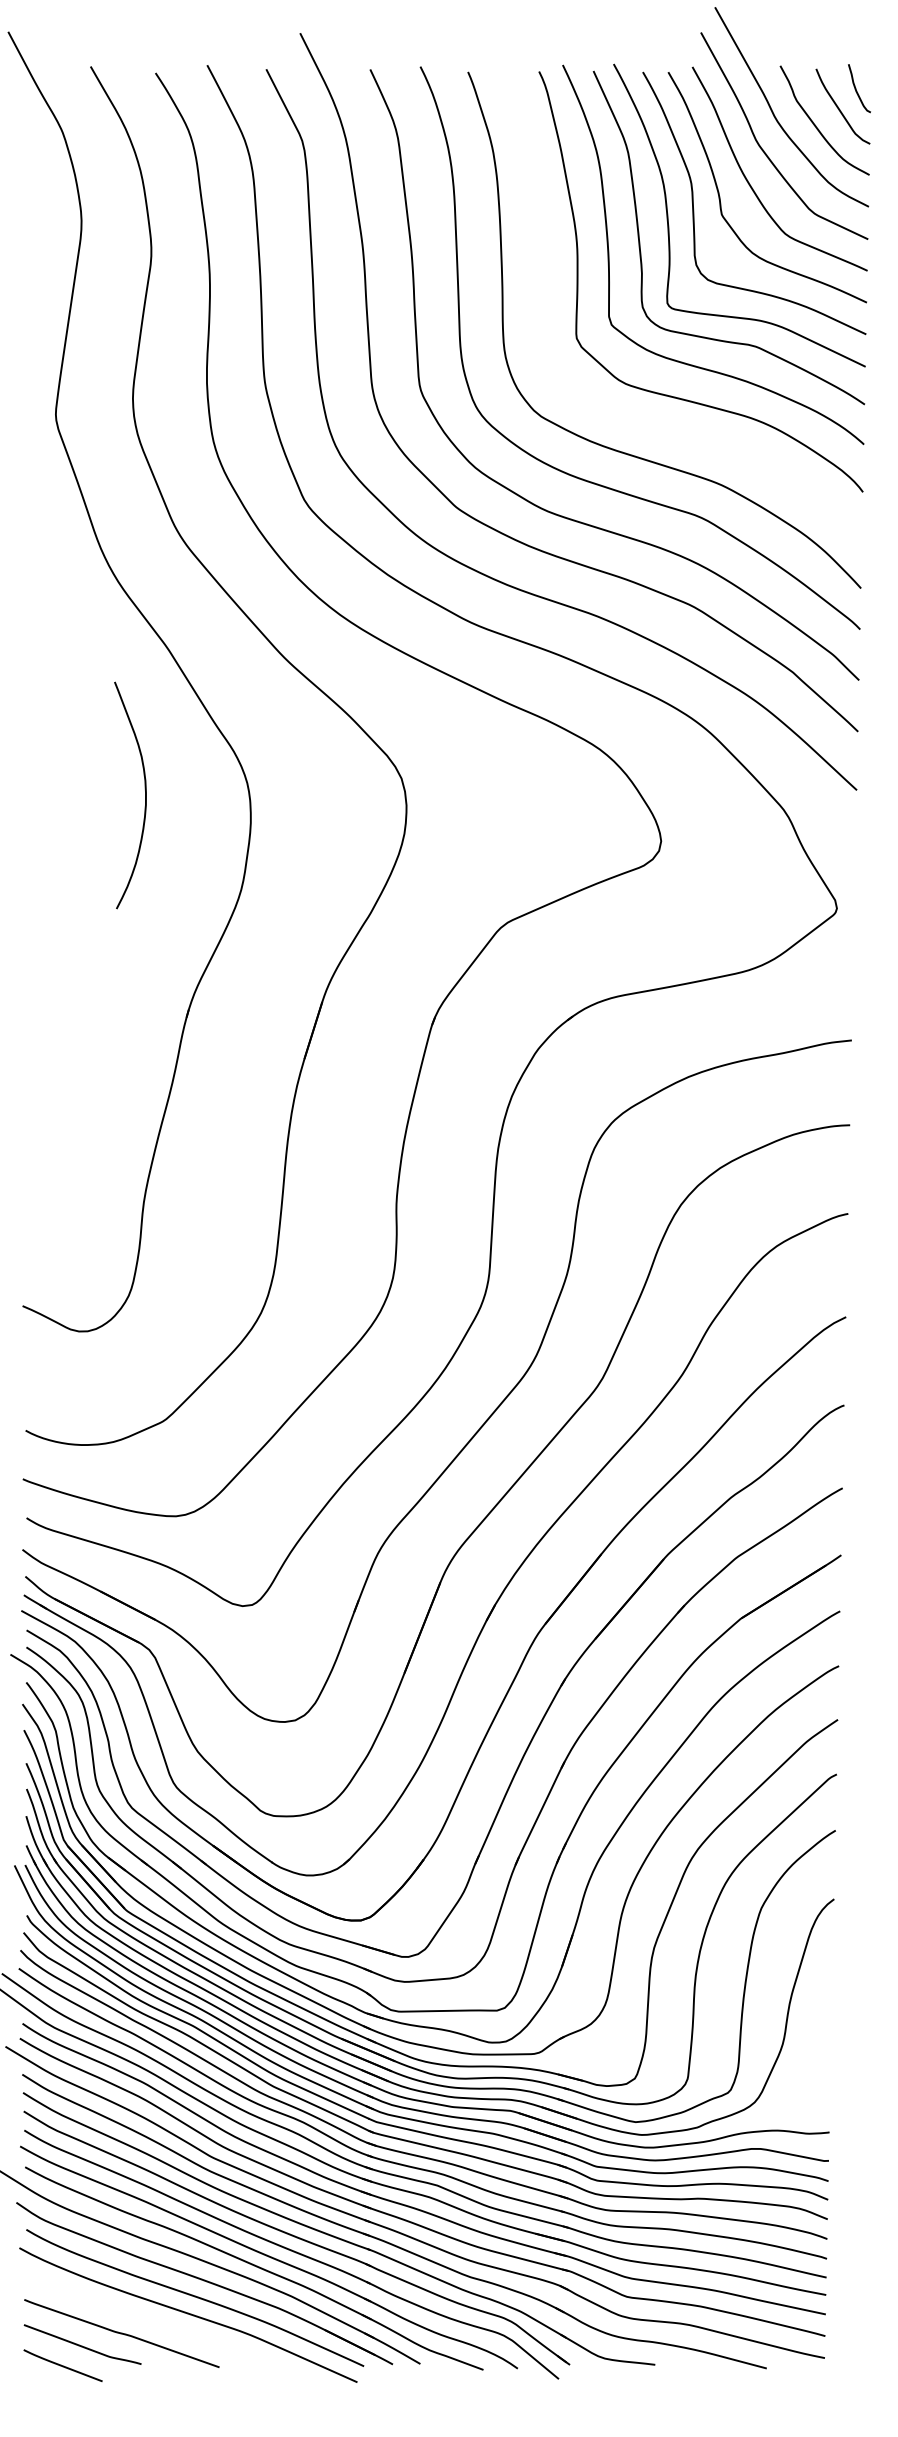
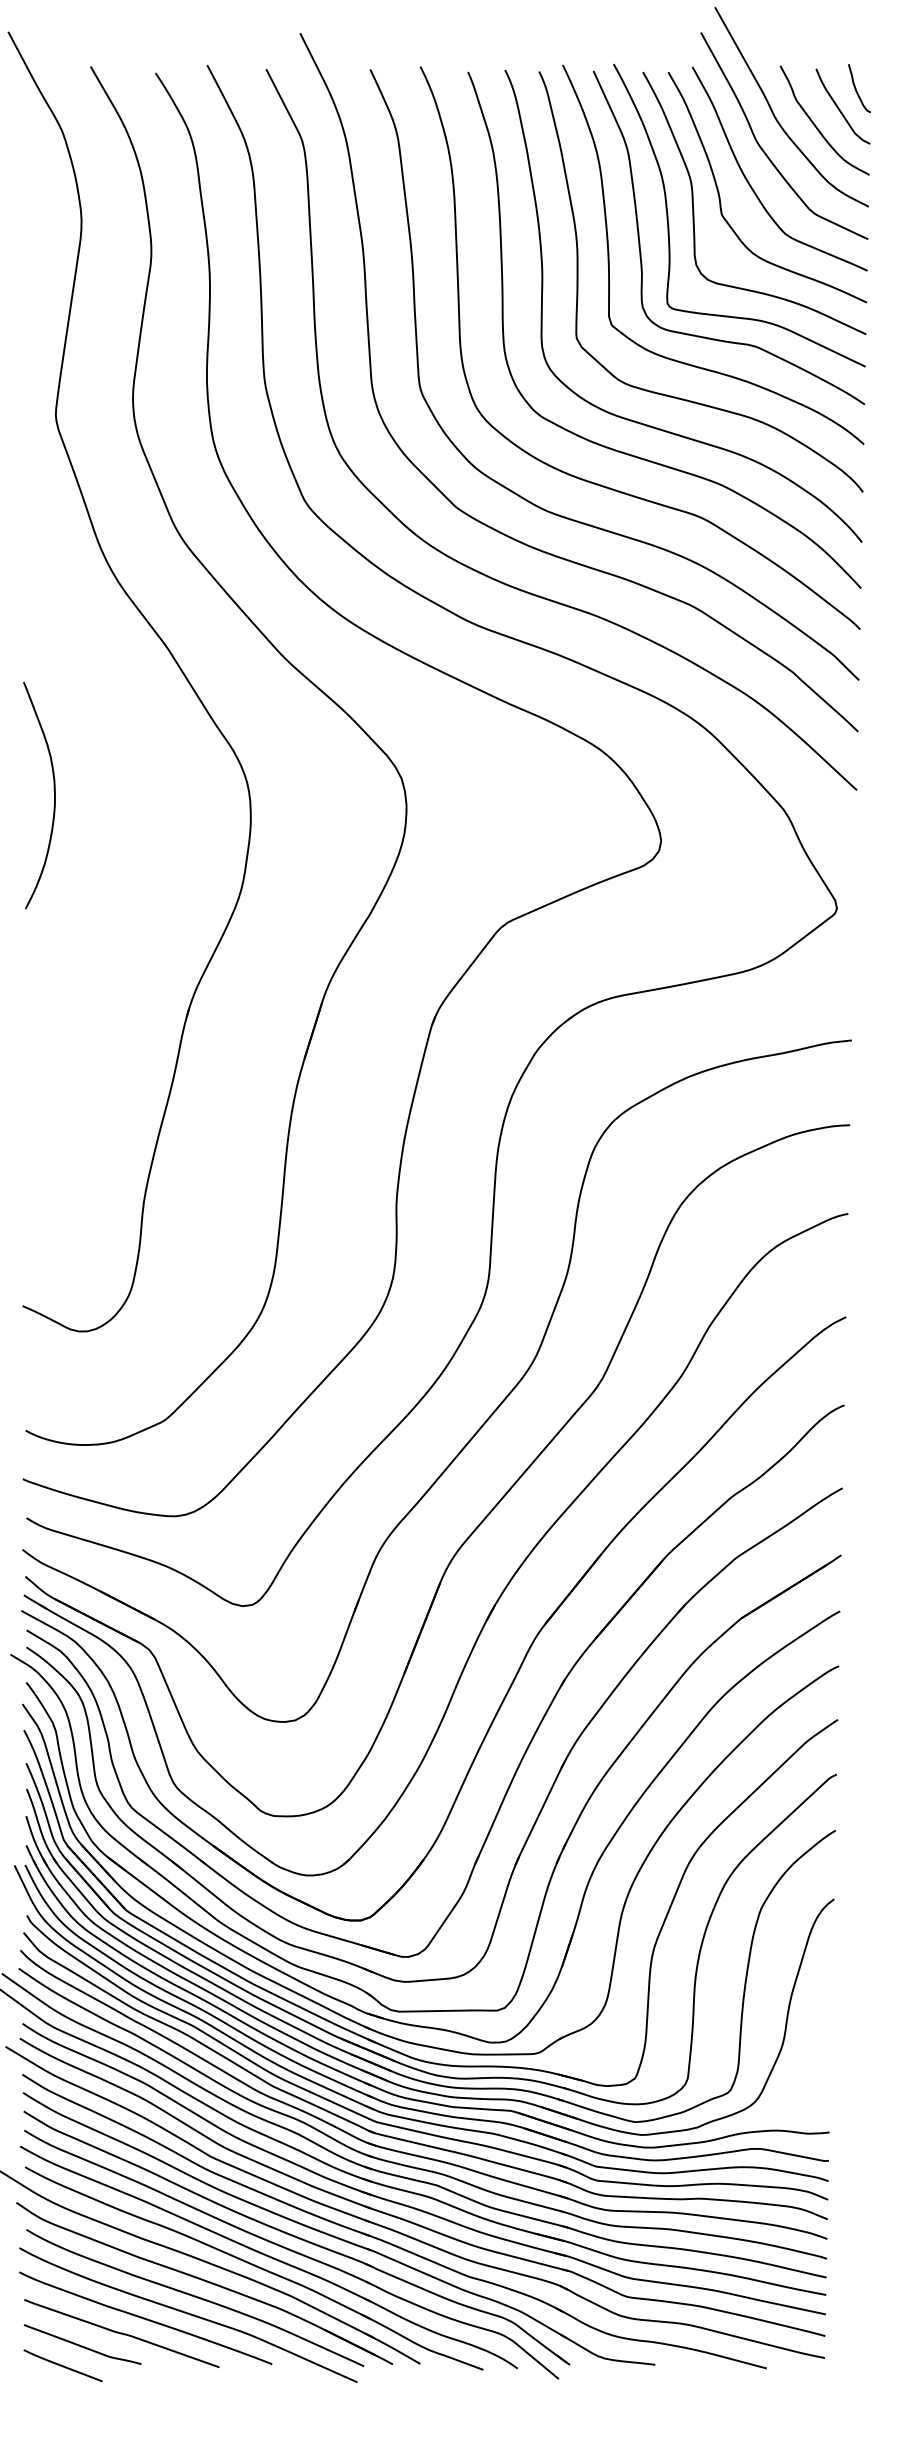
curve at (644, 423): none -> present
curve at (145, 795) position: (145, 795) -> (54, 795)
curve at (144, 2317): none -> present
